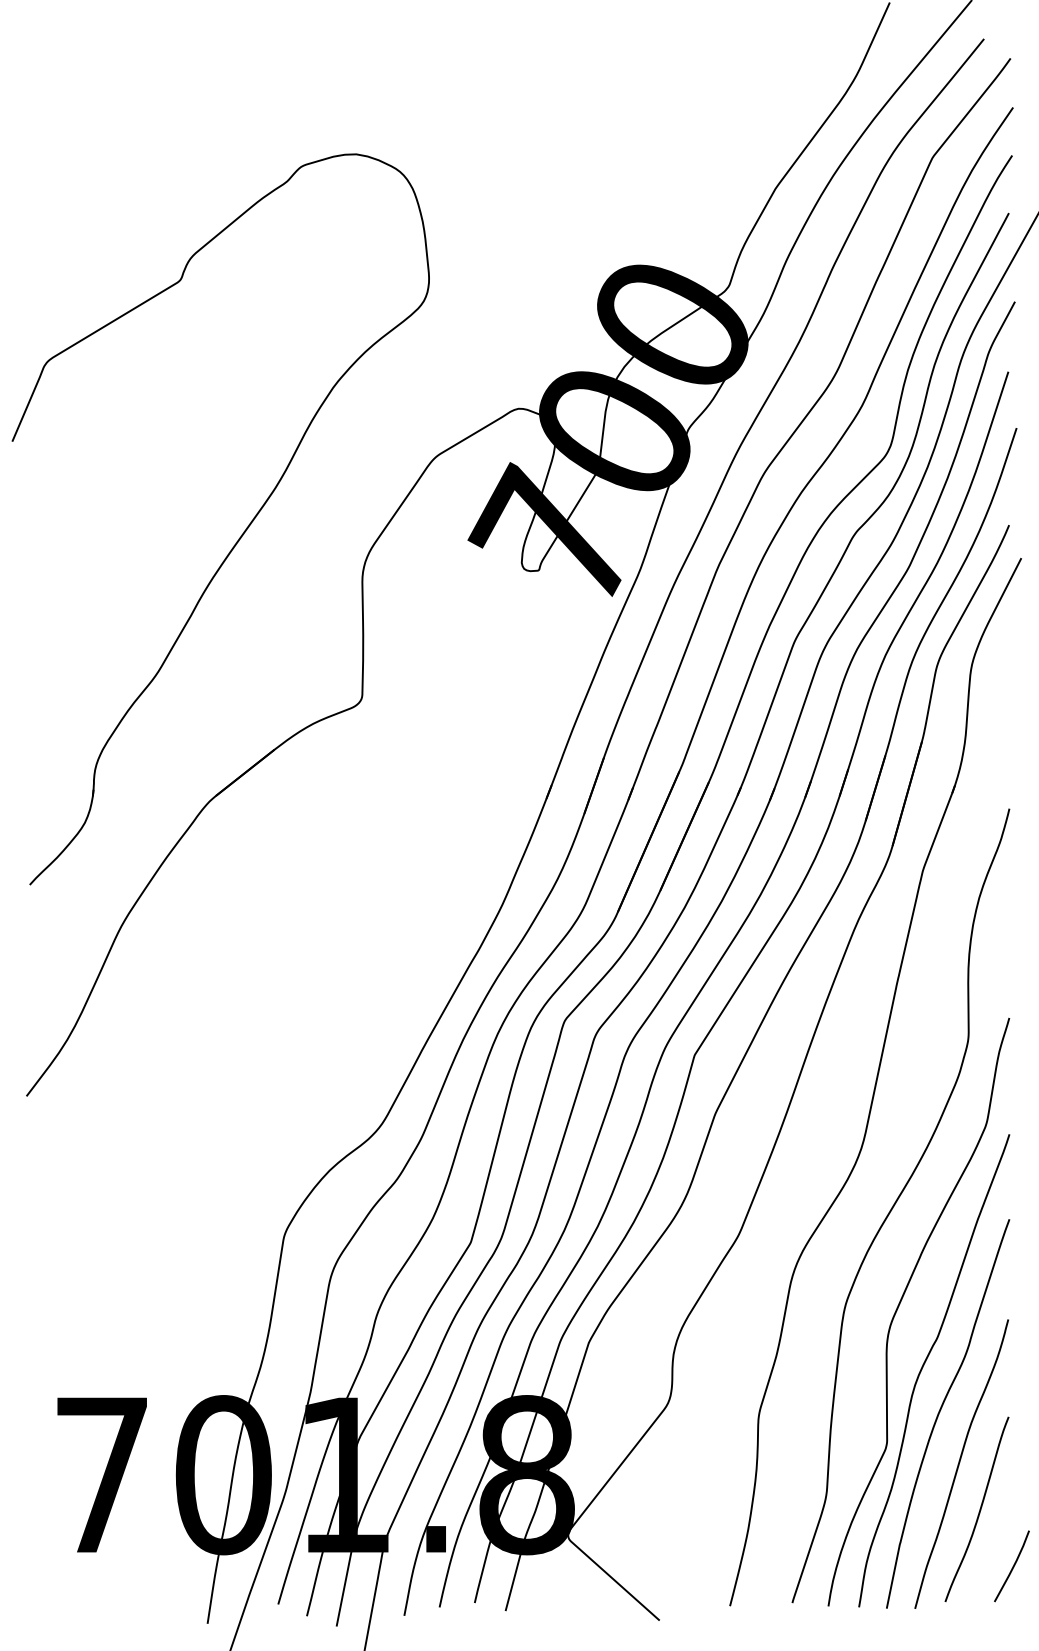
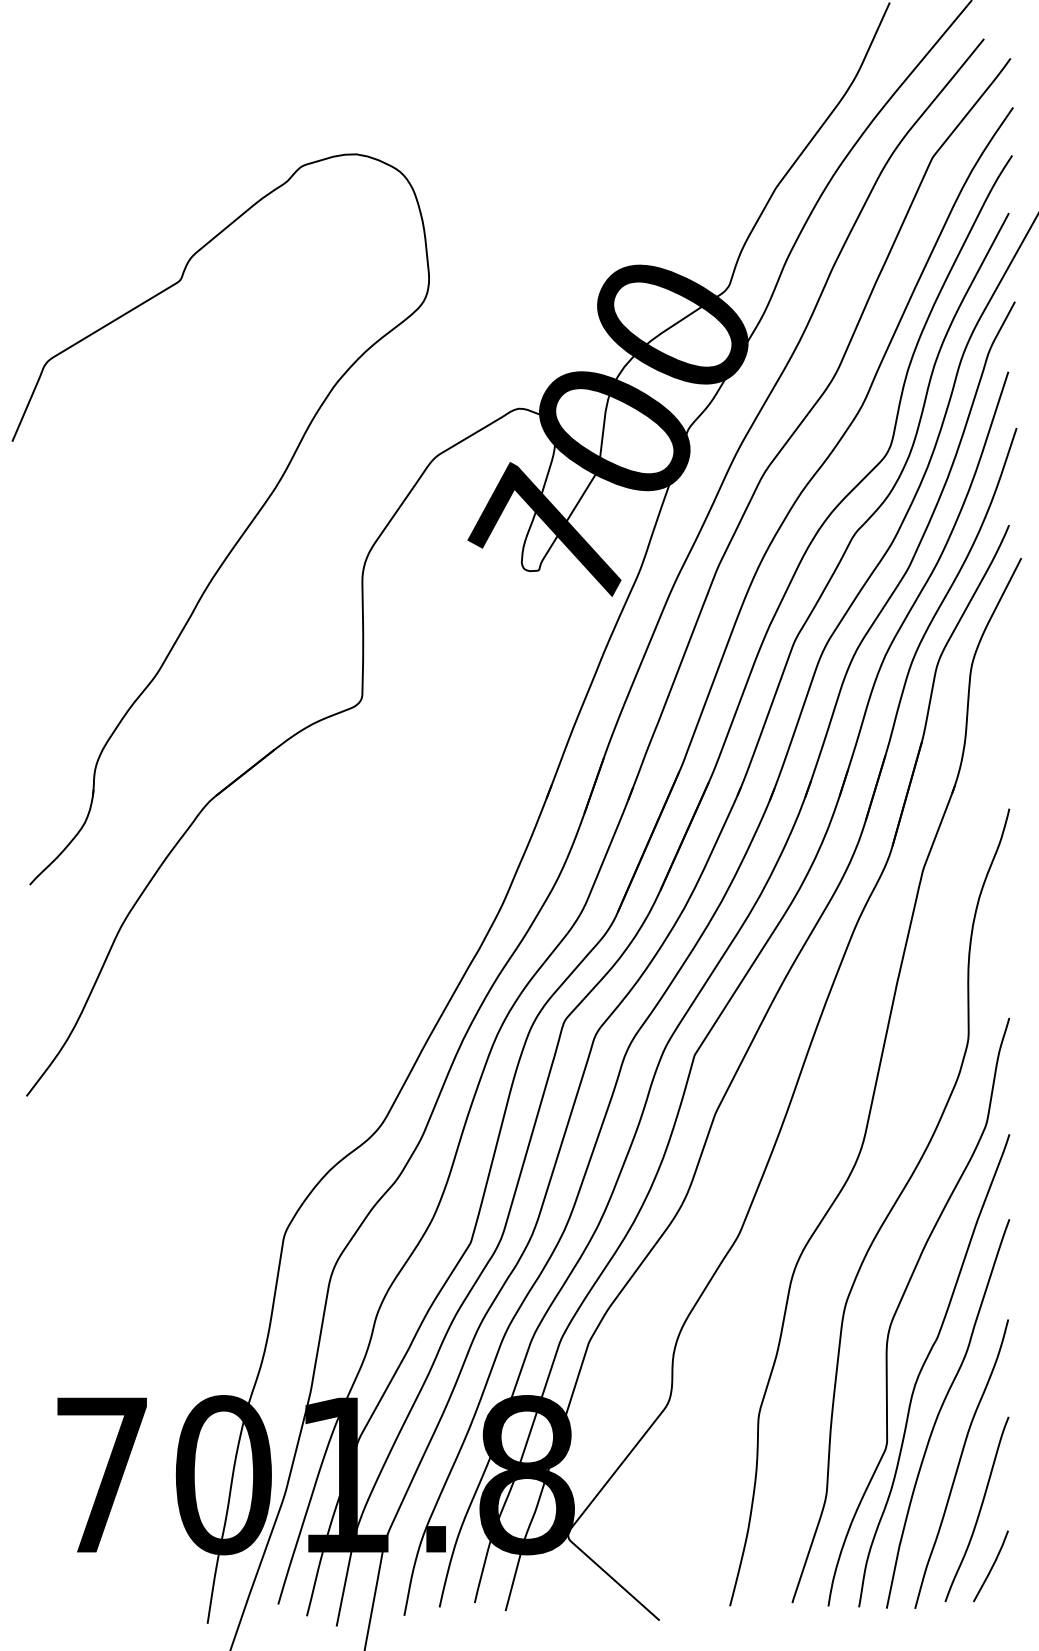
curve at (1012, 1566) position: (1012, 1566) -> (991, 1566)
